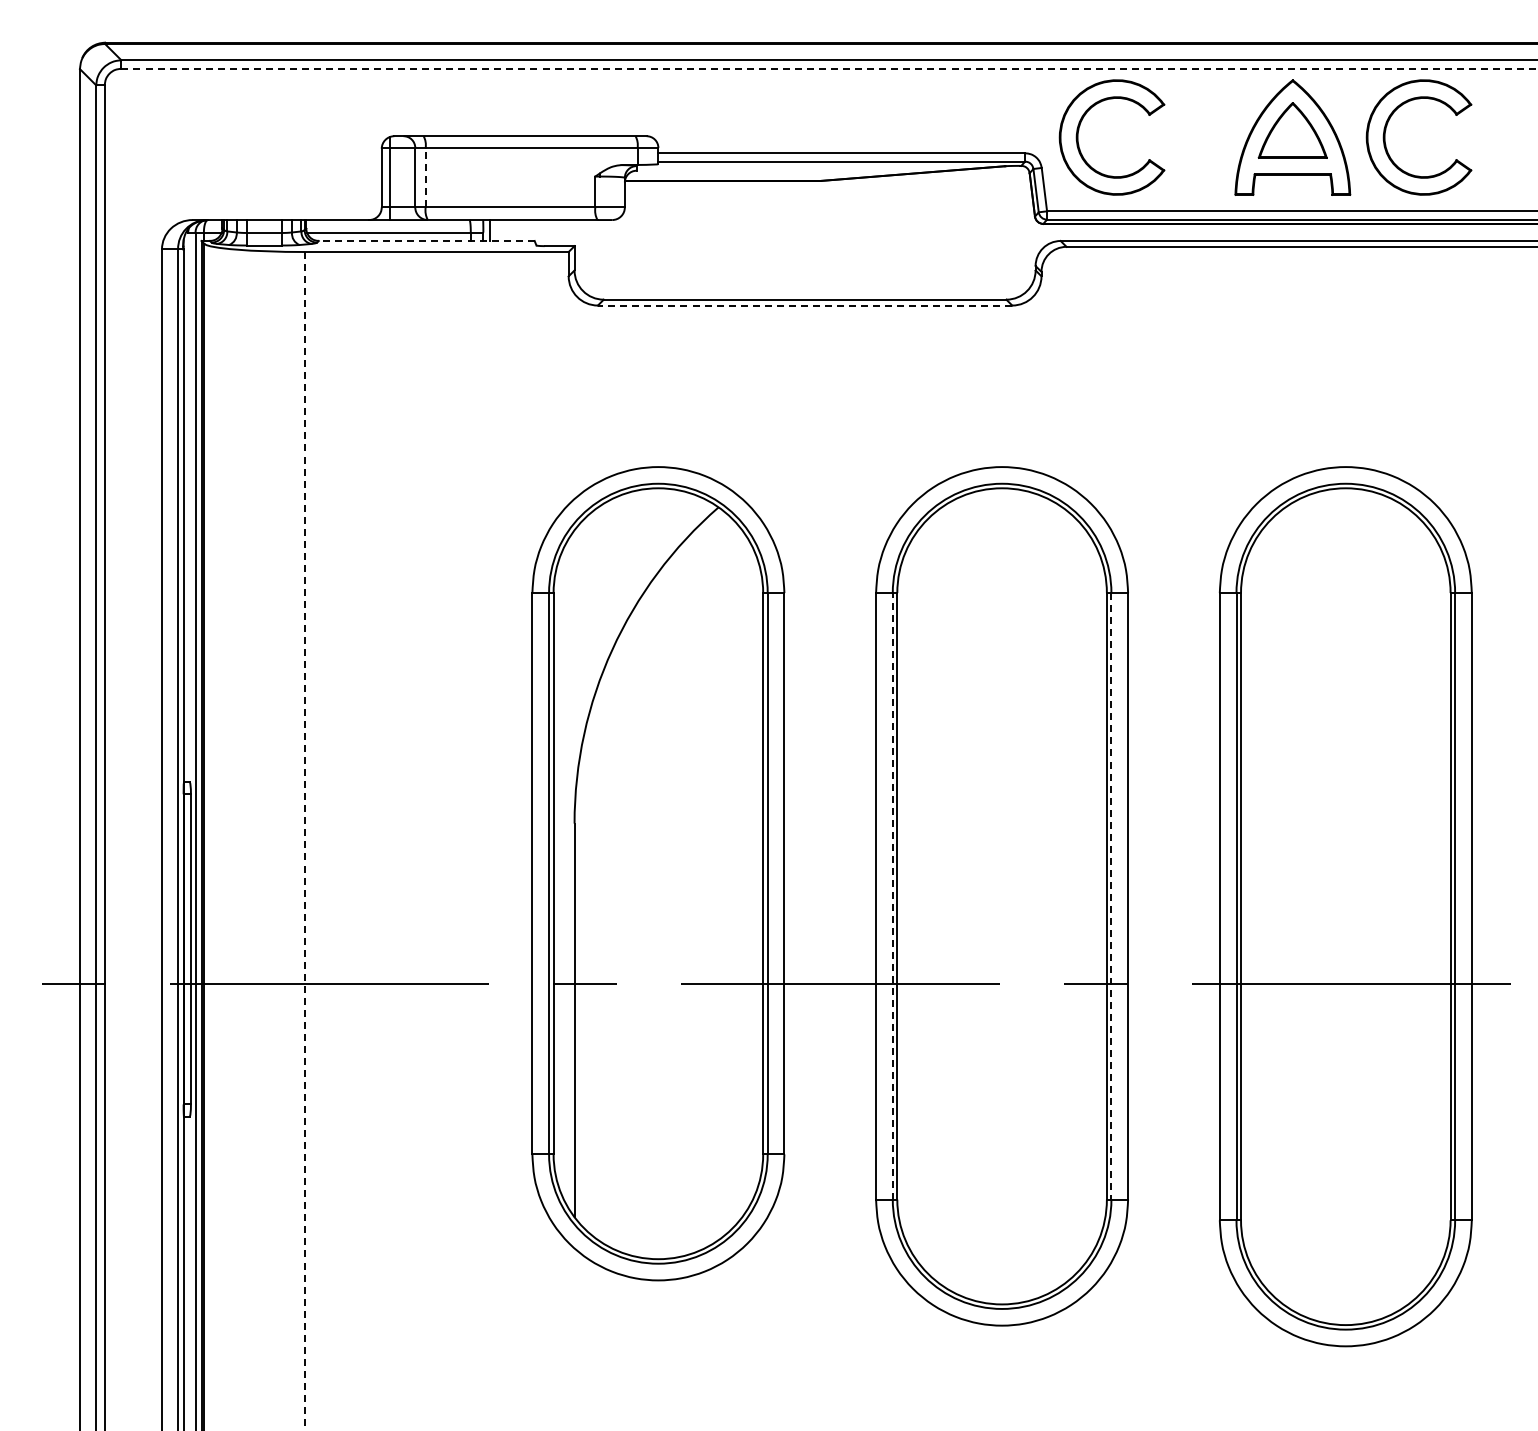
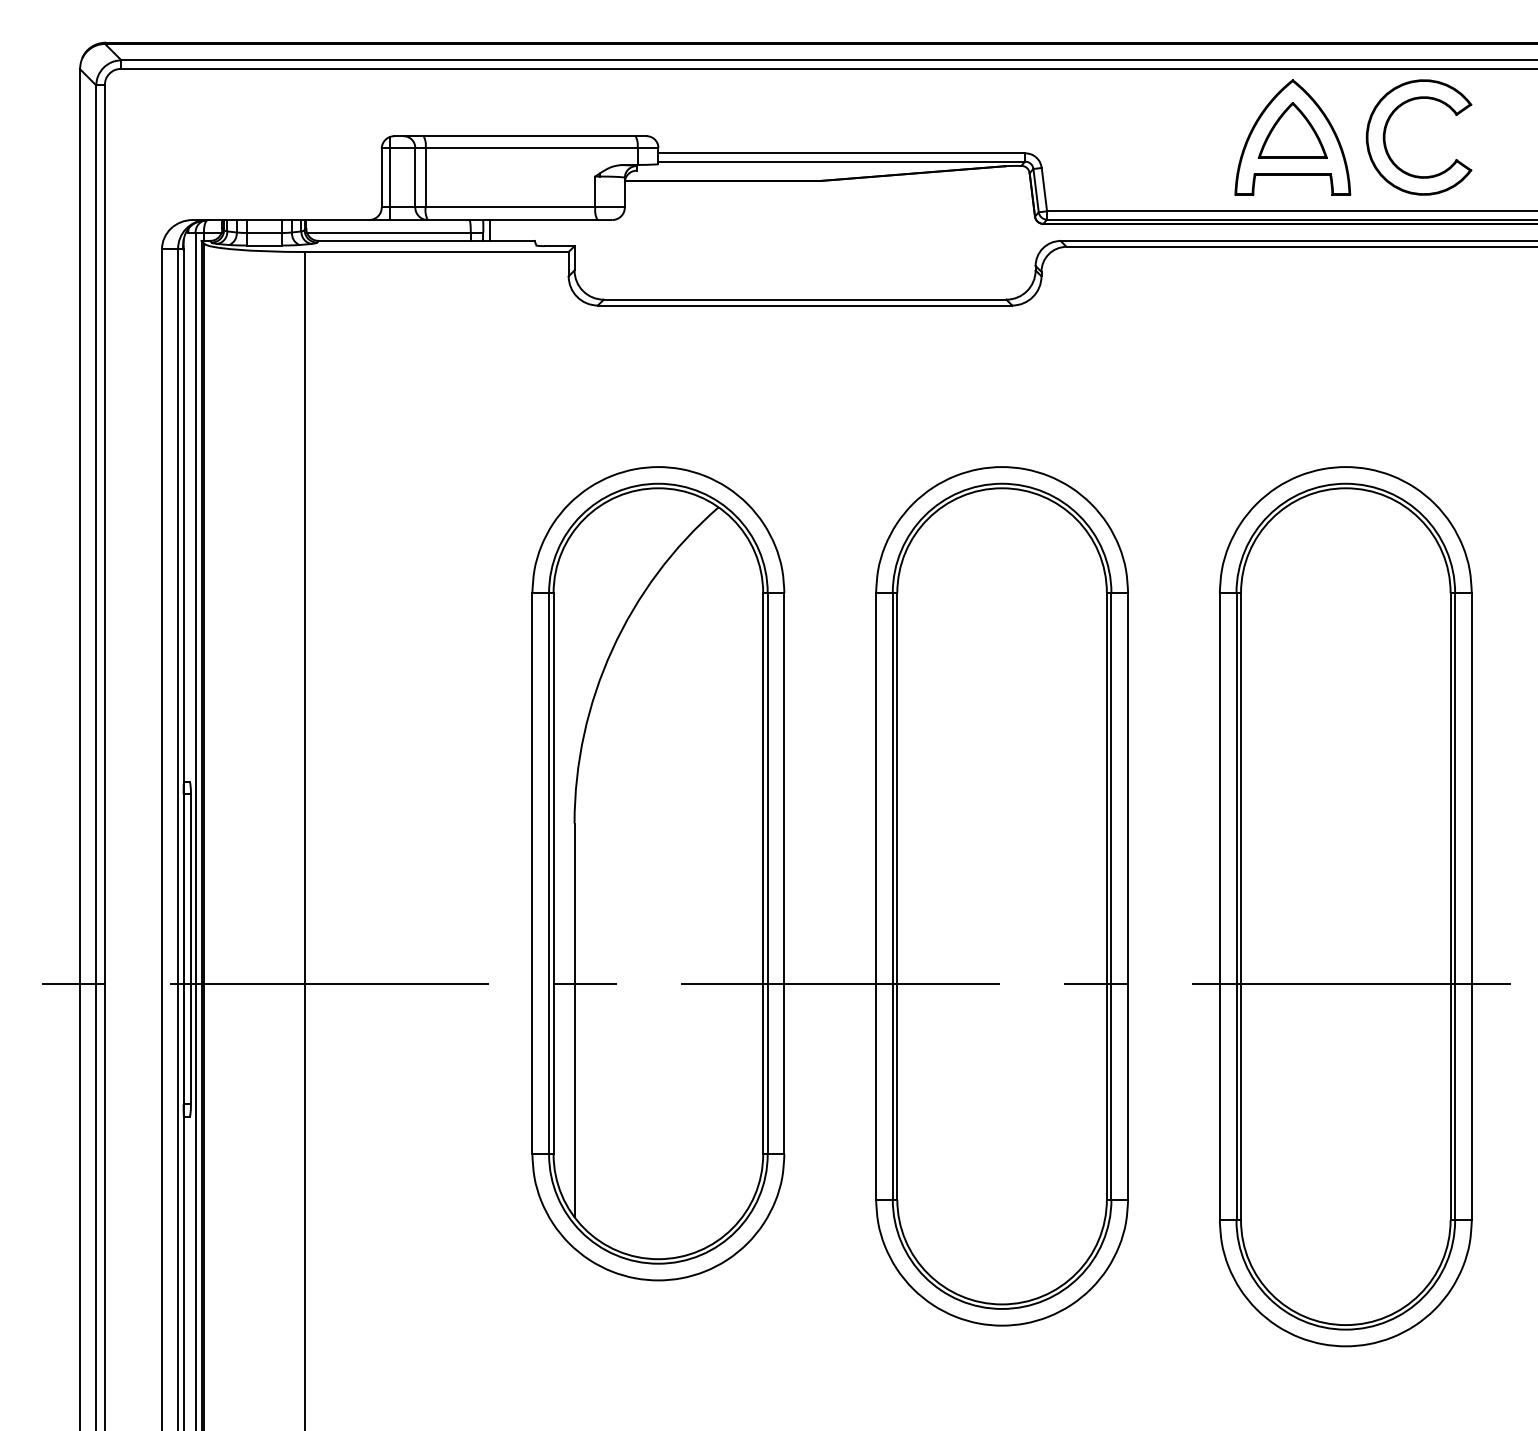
line at (829, 68): dashed -> solid
part at (1079, 130): present -> none
line at (425, 177): dashed -> solid
line at (426, 241): dashed -> solid
line at (804, 305): dashed -> solid
line at (304, 841): dashed -> solid
line at (892, 895): dashed -> solid
line at (1111, 896): dashed -> solid
